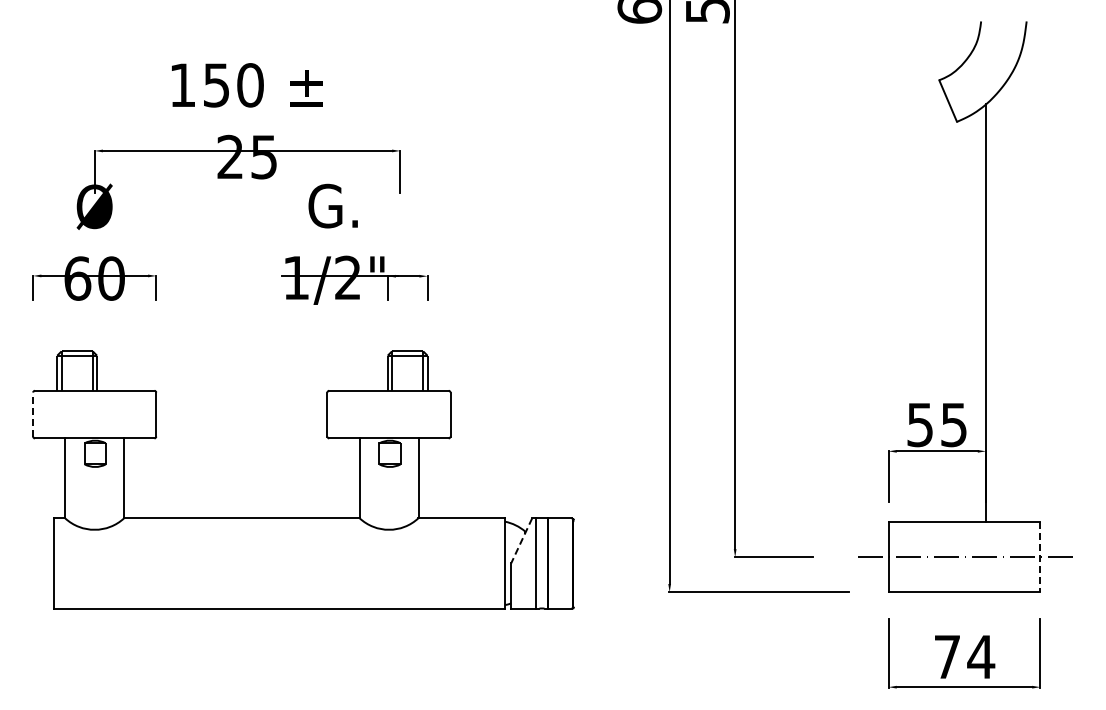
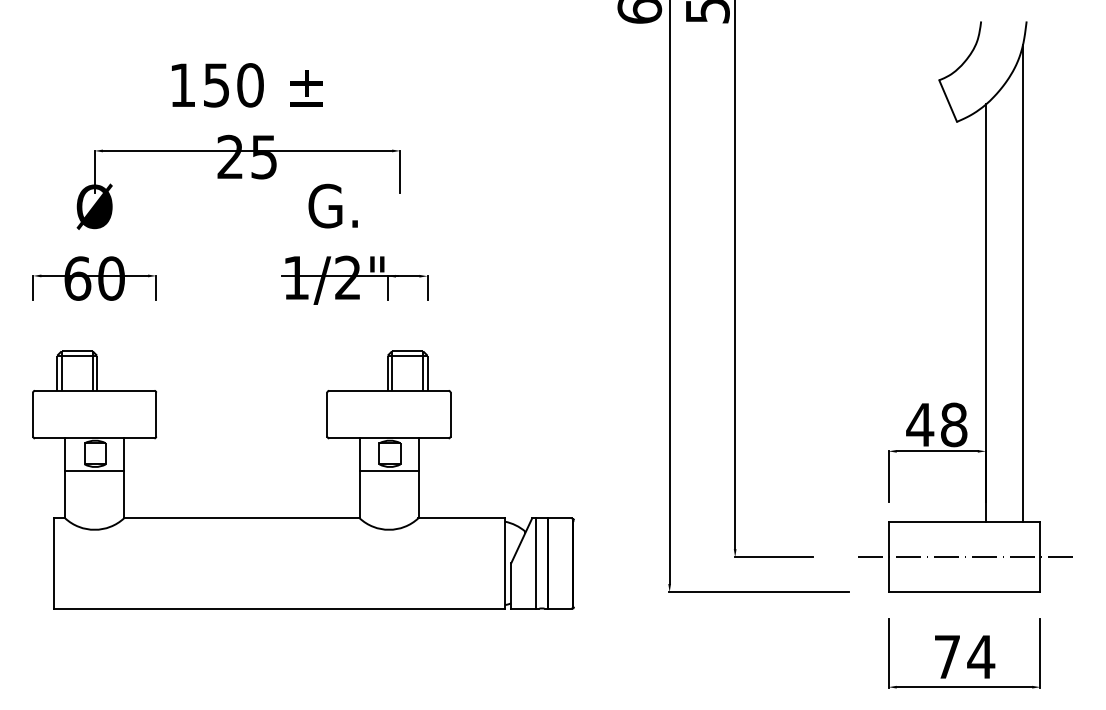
line at (1022, 283): none -> present
line at (33, 414): dashed -> solid
text at (936, 424): 55 -> 48
line at (388, 470): none -> present
line at (94, 471): none -> present
line at (521, 540): dashed -> solid
line at (1040, 557): dashed -> solid
